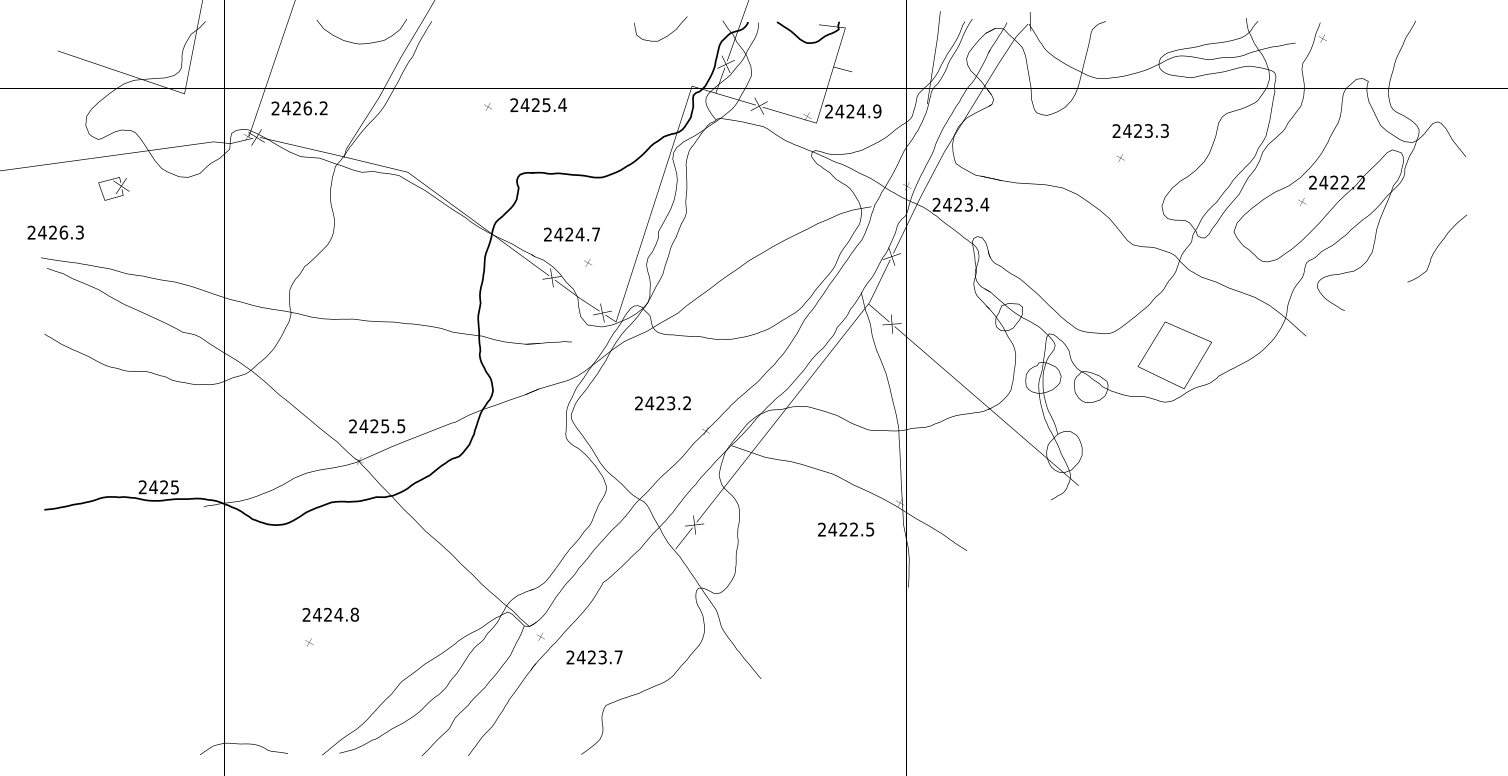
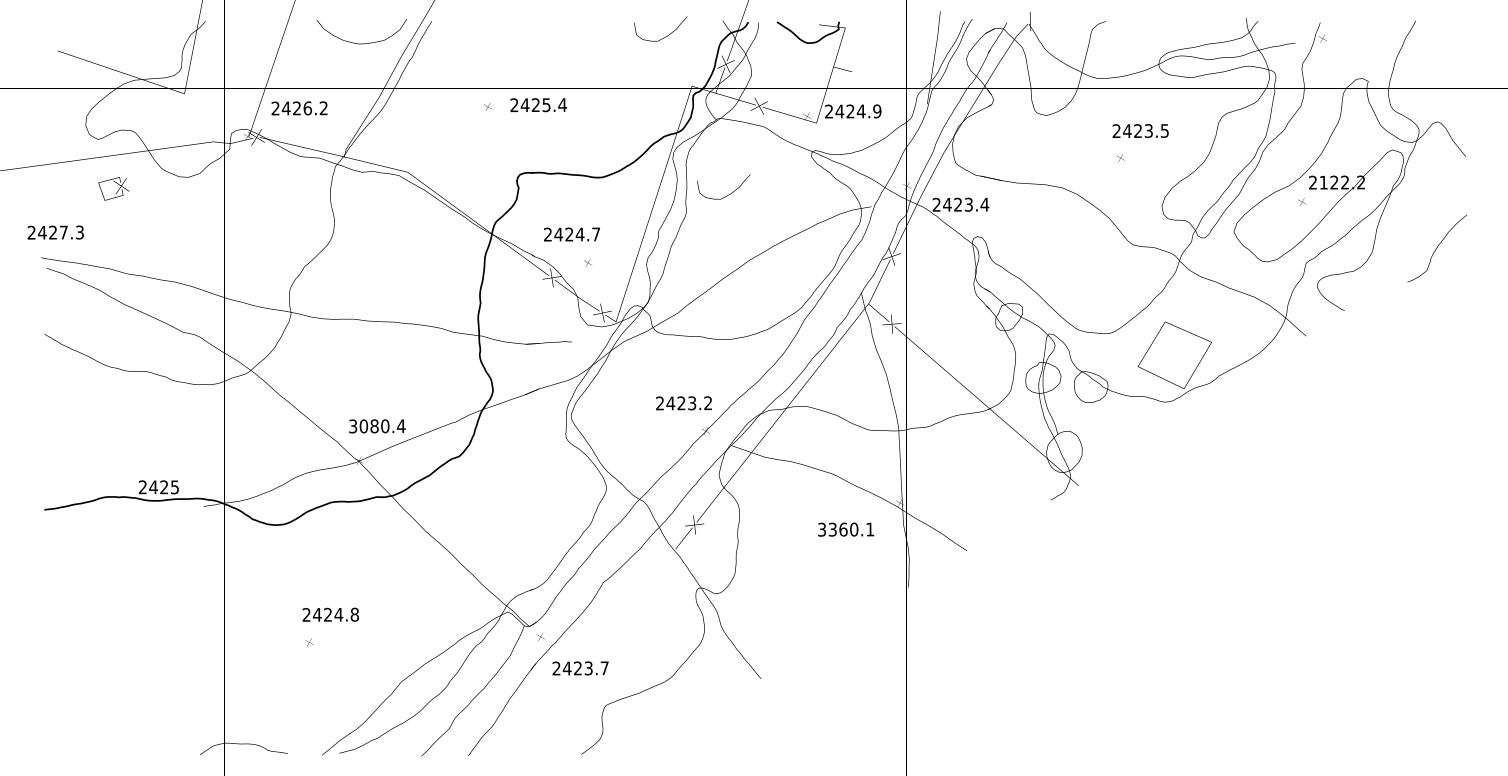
text at (1164, 130): 2423.3 -> 2423.5
text at (1323, 182): 2422.2 -> 2122.2
curve at (728, 194): none -> present
text at (63, 232): 2426.3 -> 2427.3
text at (662, 403) position: (662, 403) -> (683, 403)
text at (377, 426): 2425.5 -> 3080.4
text at (846, 529): 2422.5 -> 3360.1
text at (594, 657) position: (594, 657) -> (580, 668)
